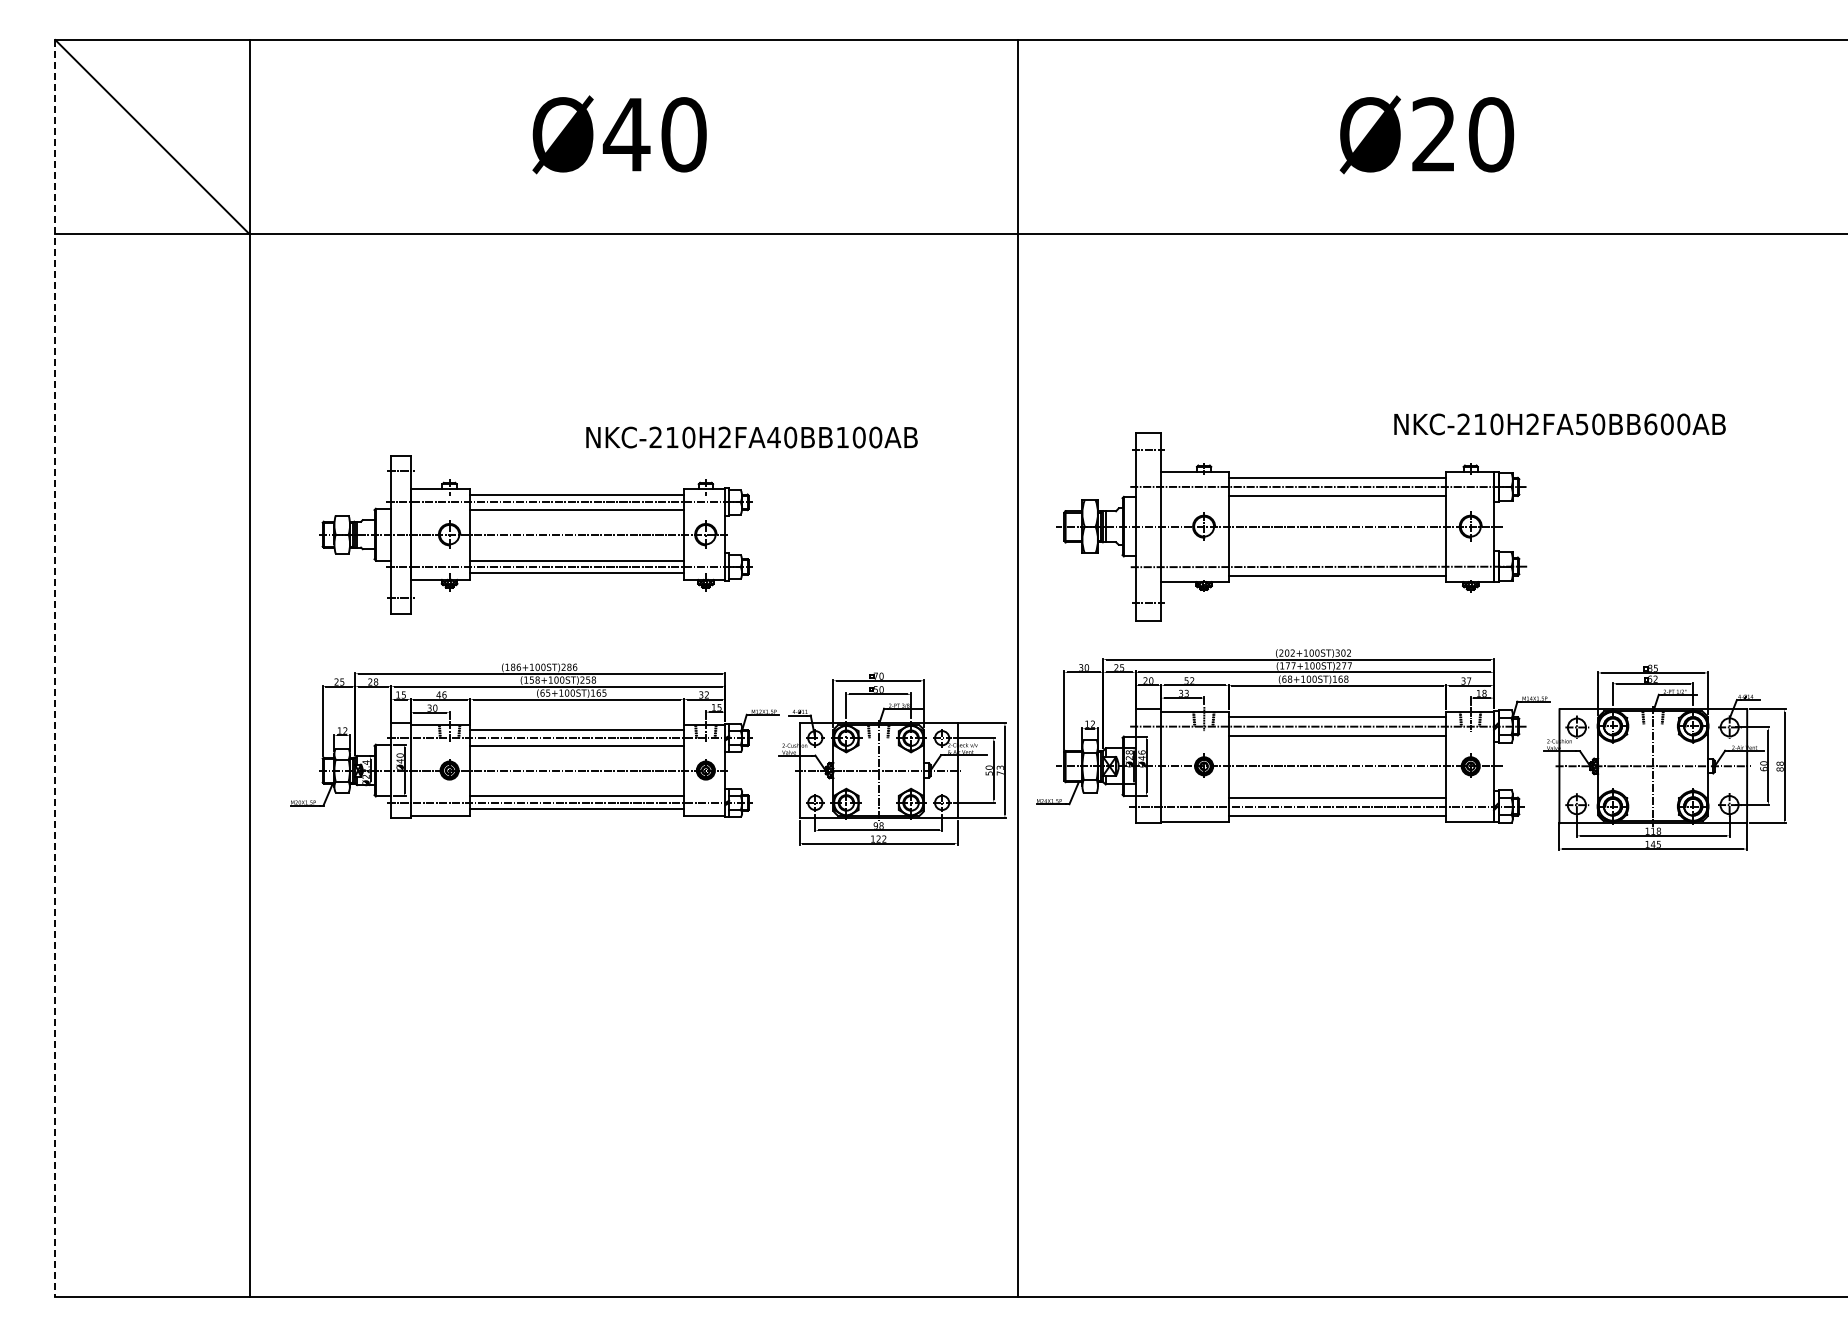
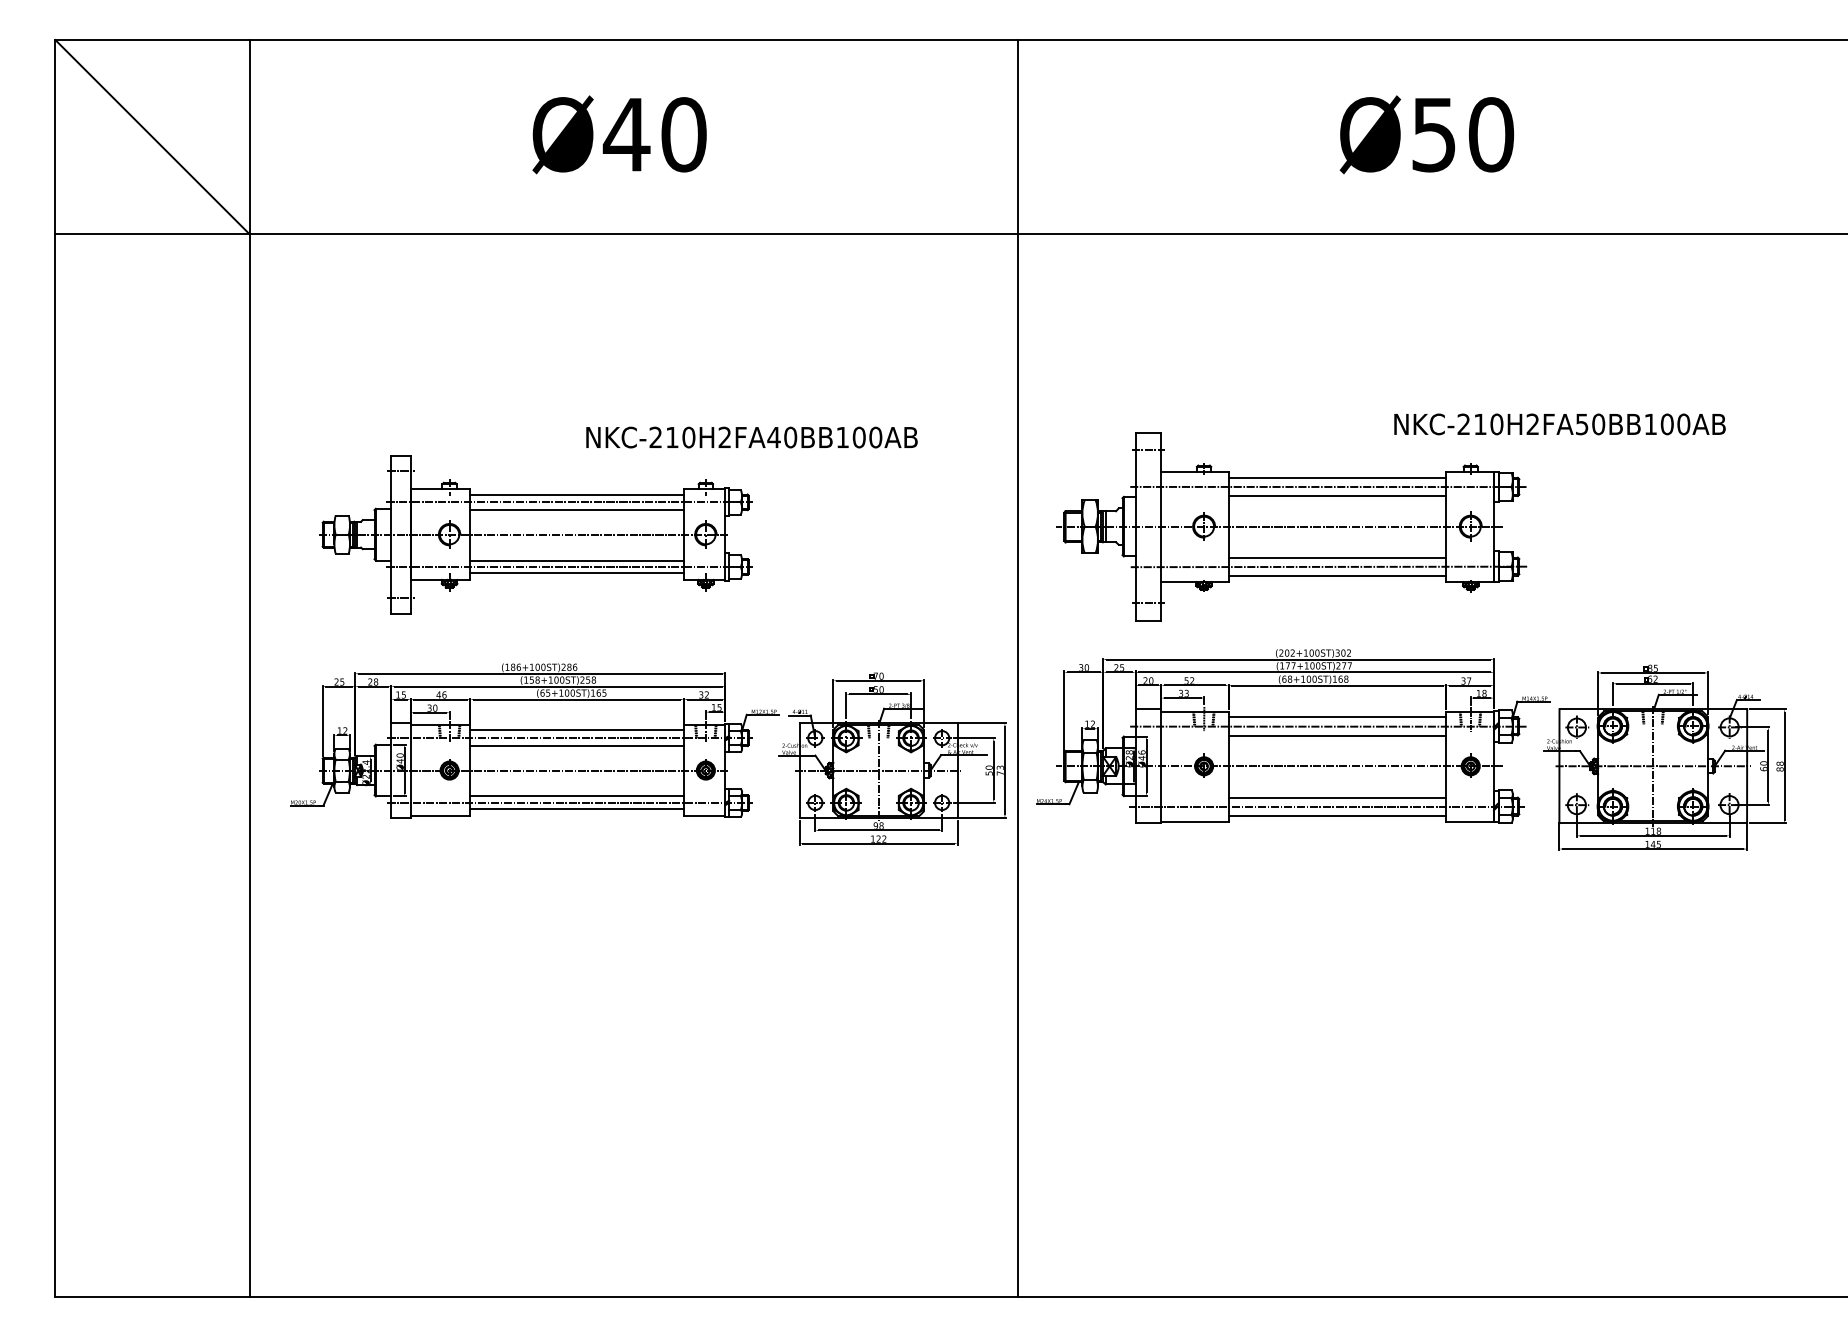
text at (1433, 134): Ø20 -> Ø50
text at (1650, 424): NKC-210H2FA50BB600AB -> NKC-210H2FA50BB100AB
line at (1337, 558): none -> present
line at (55, 668): dashed -> solid
